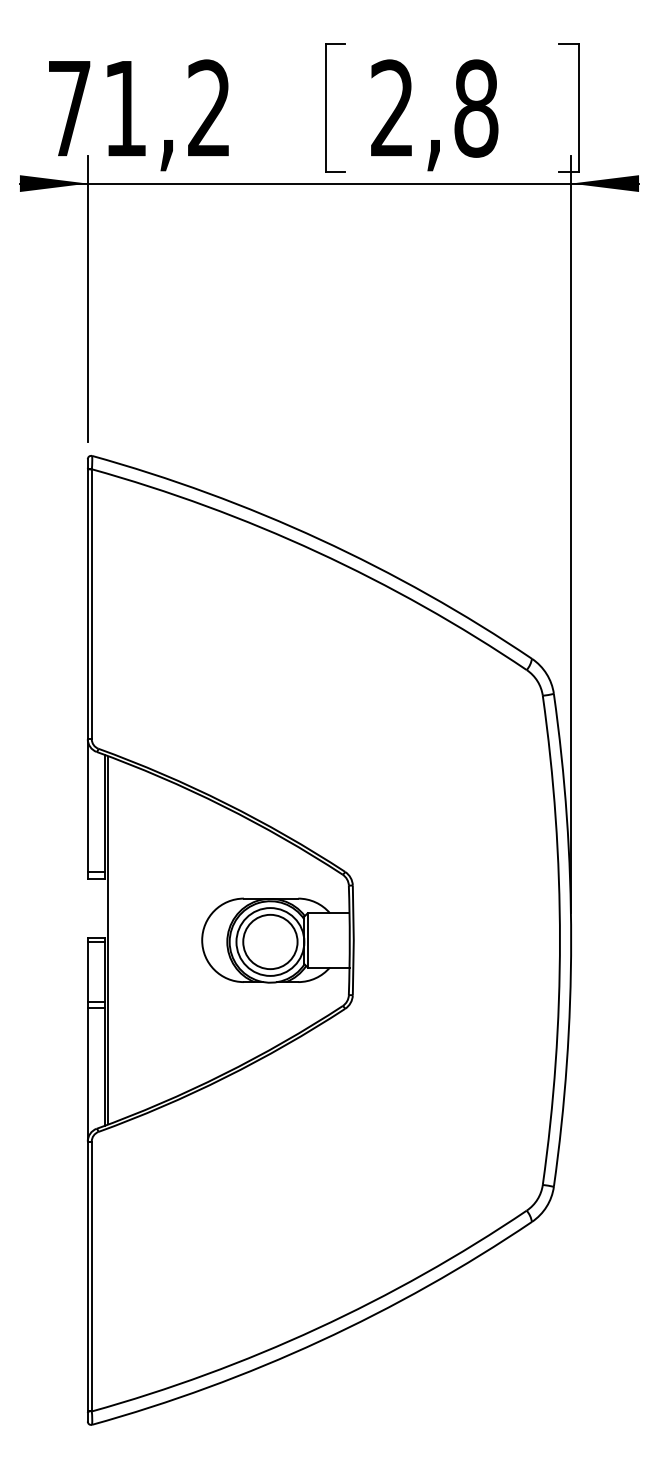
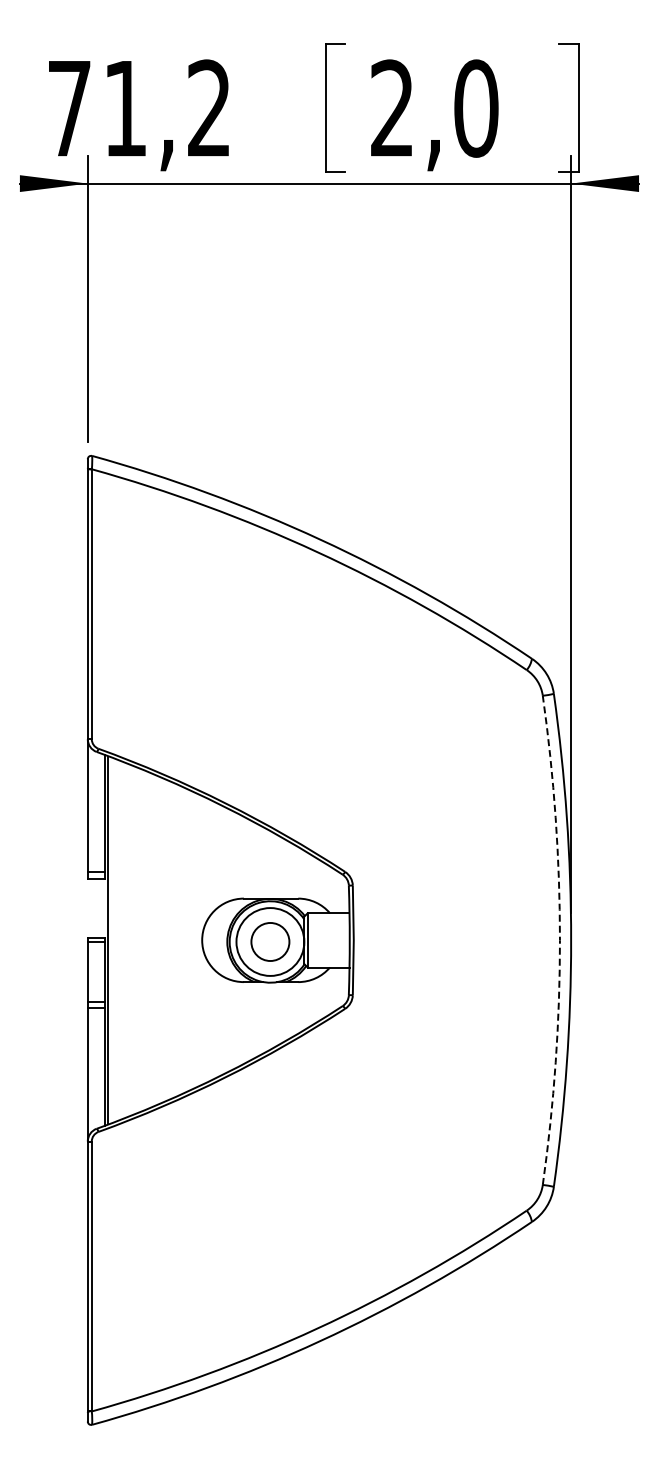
text at (476, 108): 2,8 -> 2,0
arc at (559, 940): solid -> dashed
circle at (270, 941) diameter: 54 px -> 38 px
